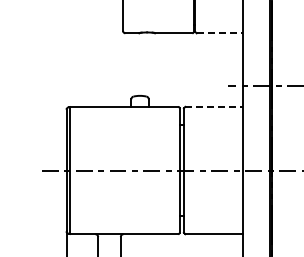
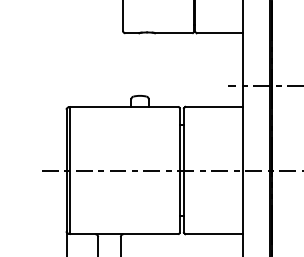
line at (220, 33): dashed -> solid
line at (214, 106): dashed -> solid
